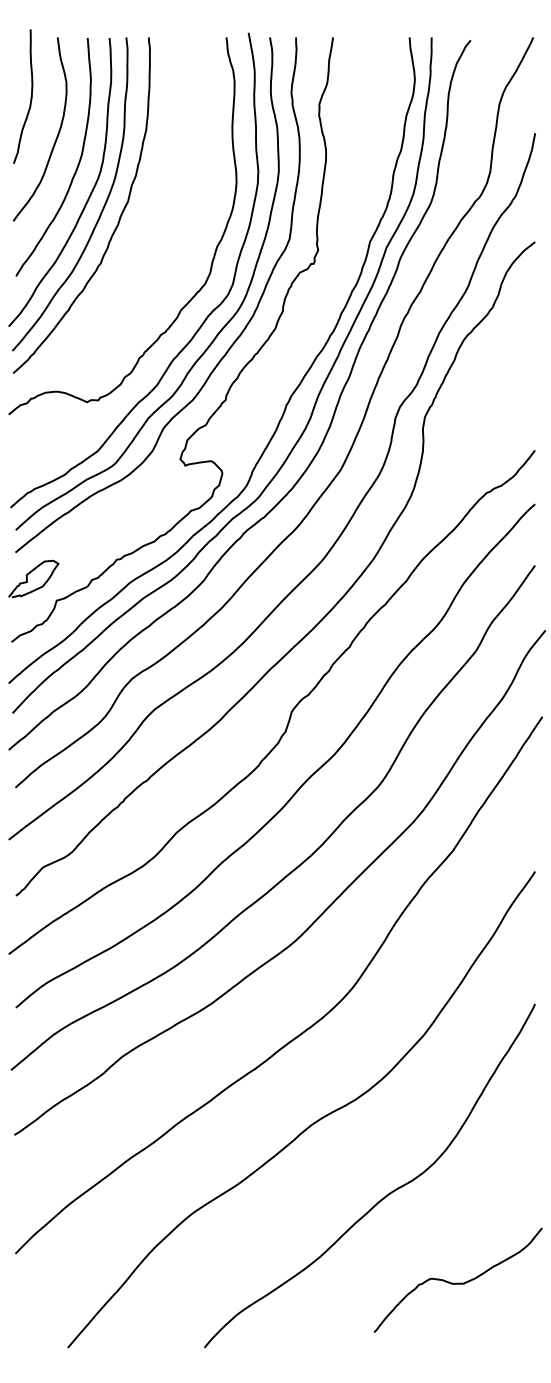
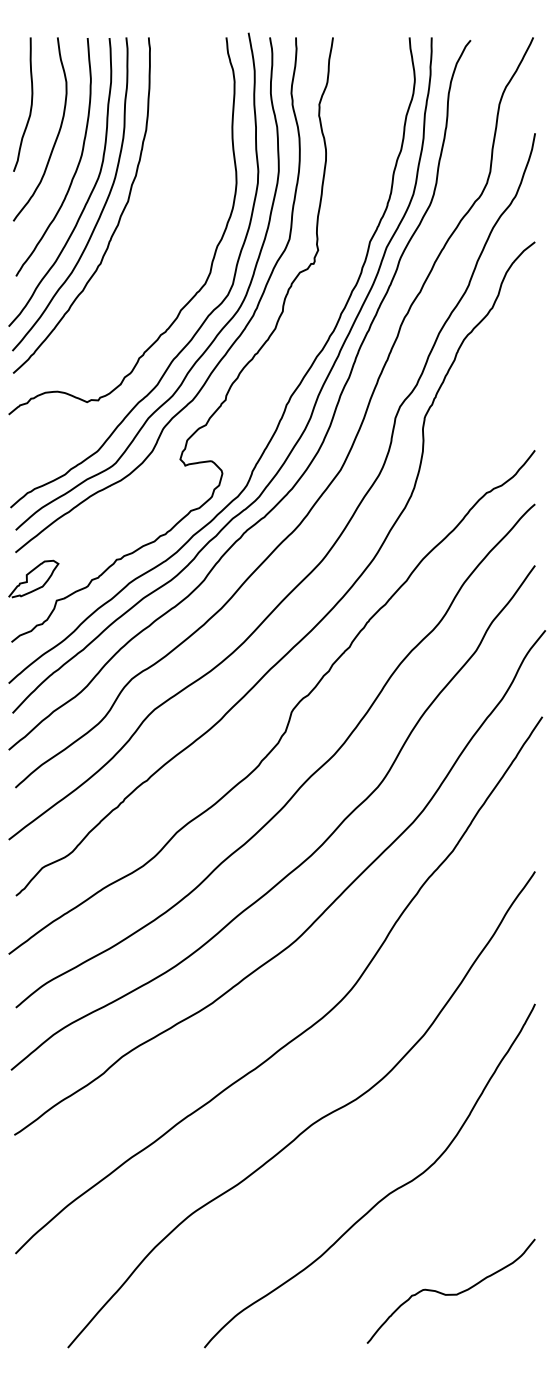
curve at (30, 96) position: (30, 96) -> (30, 104)
curve at (457, 1282) position: (457, 1282) -> (450, 1293)
